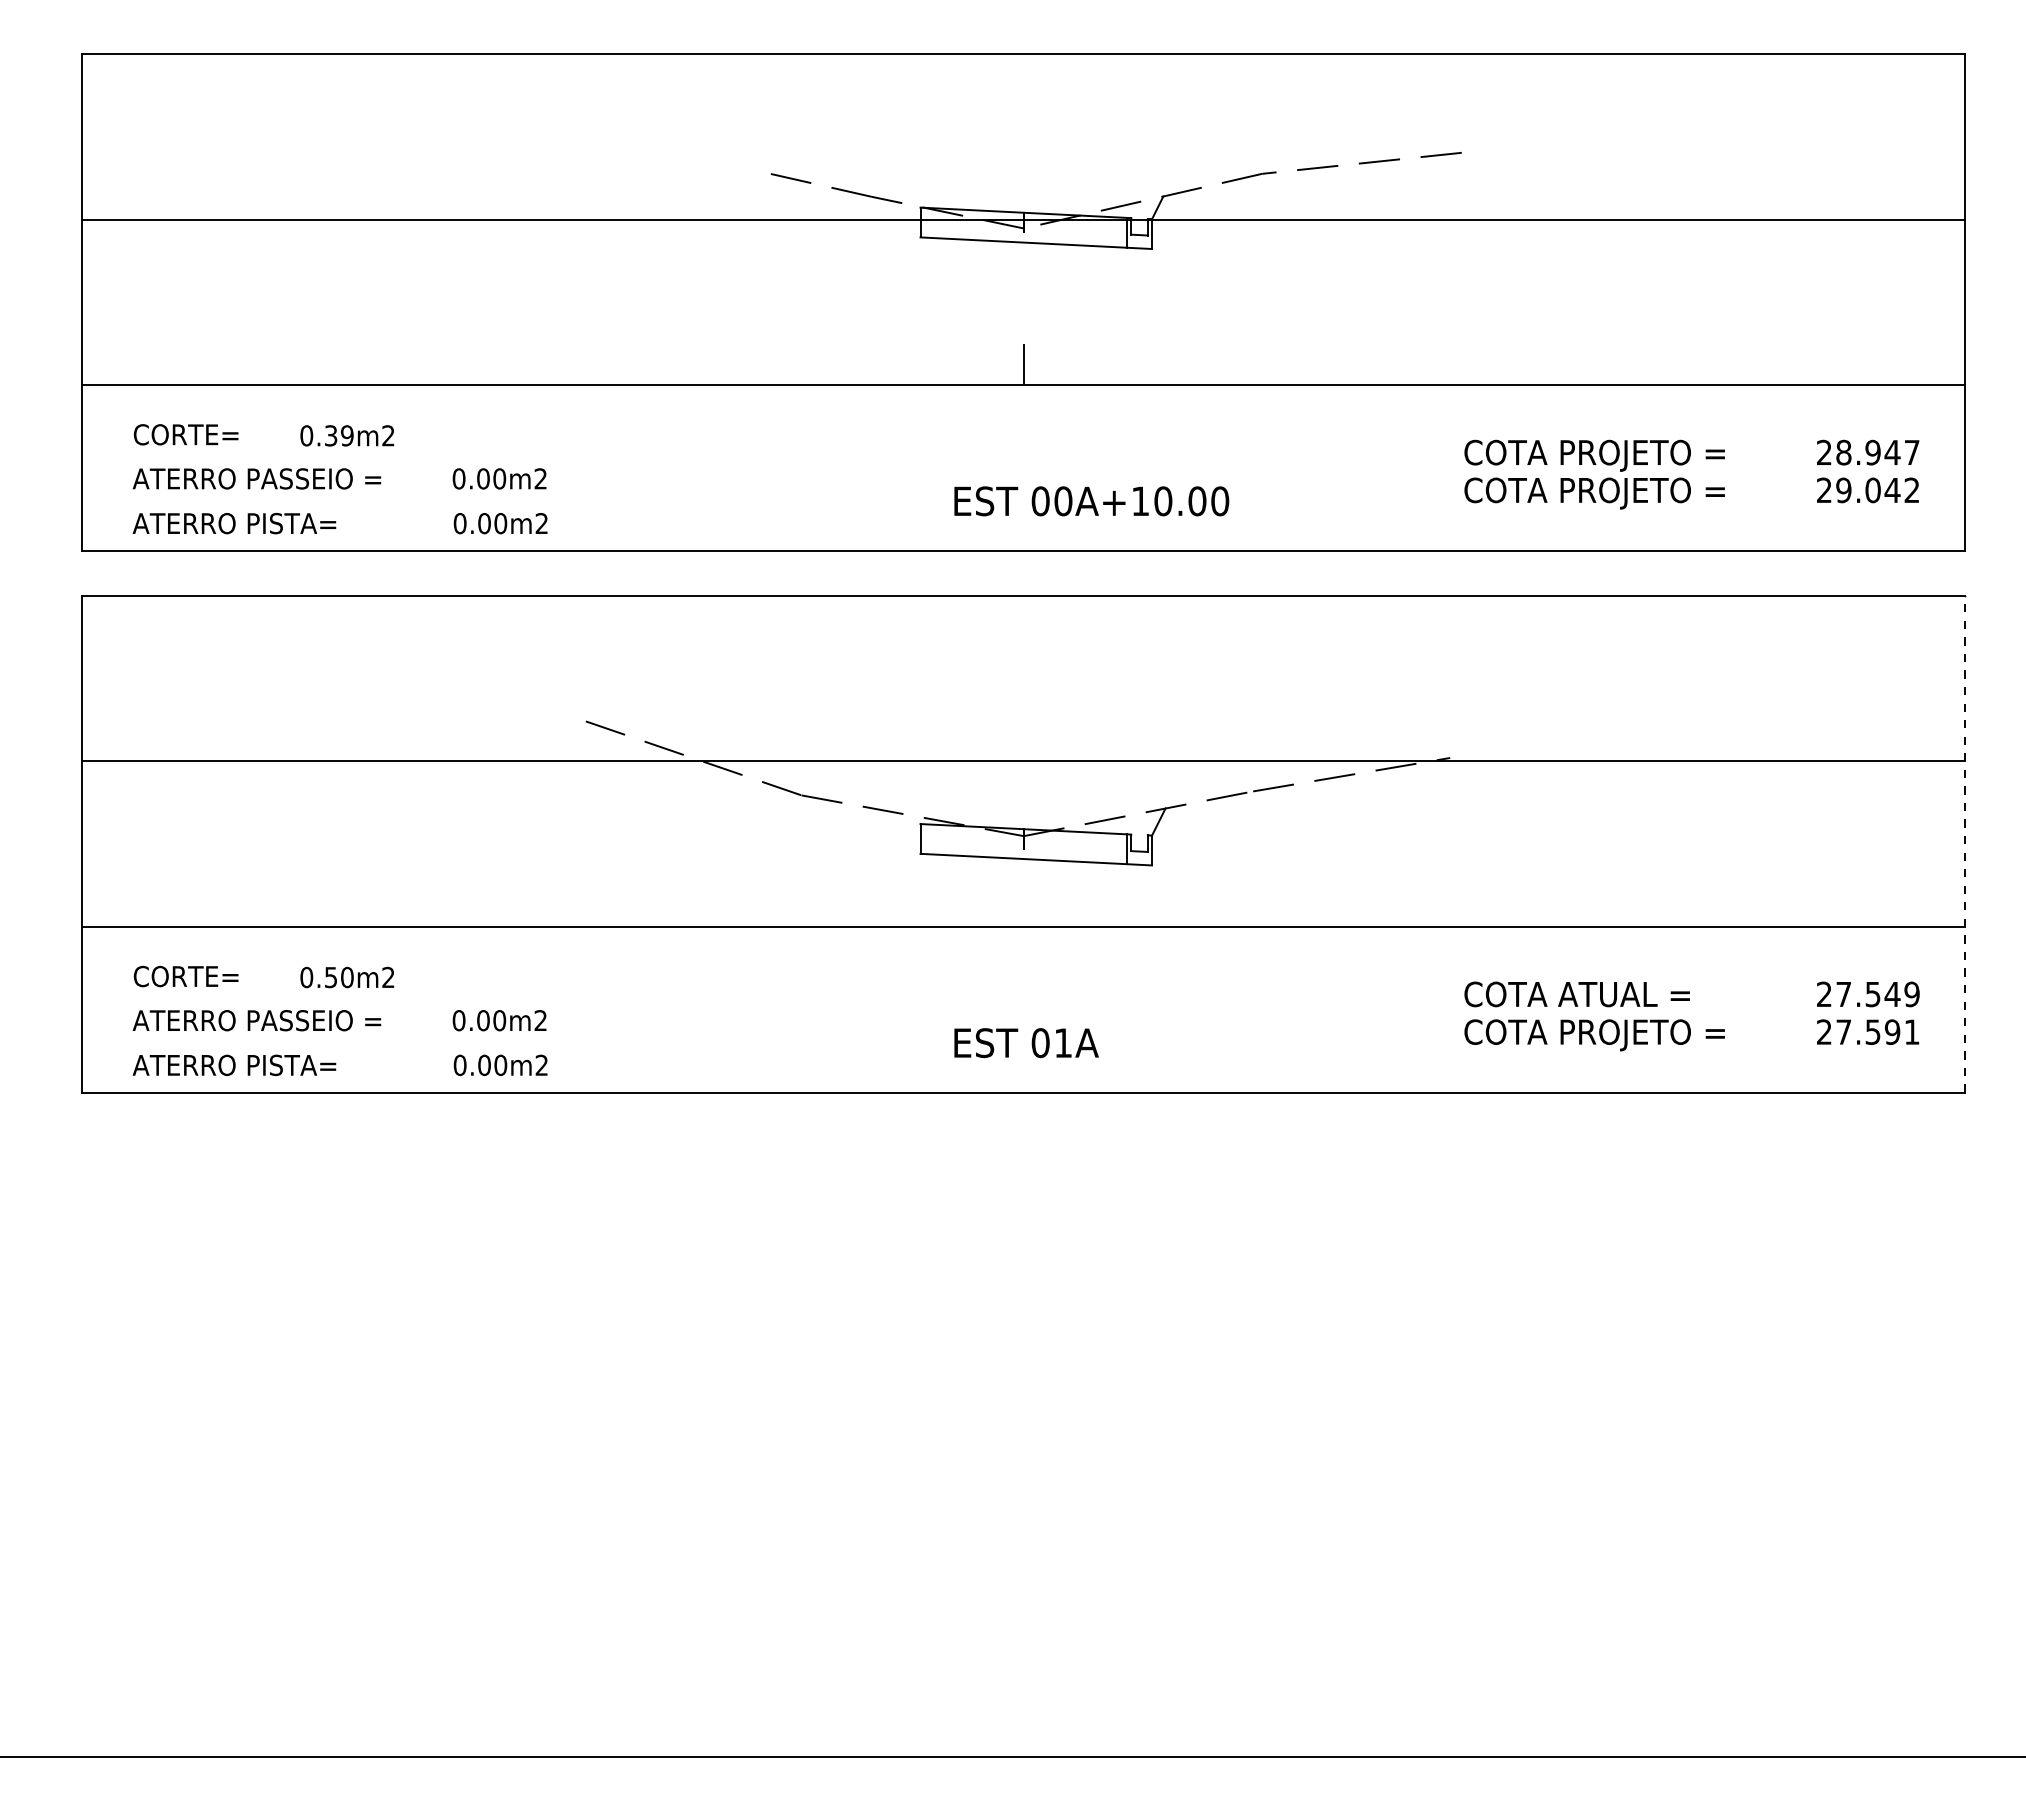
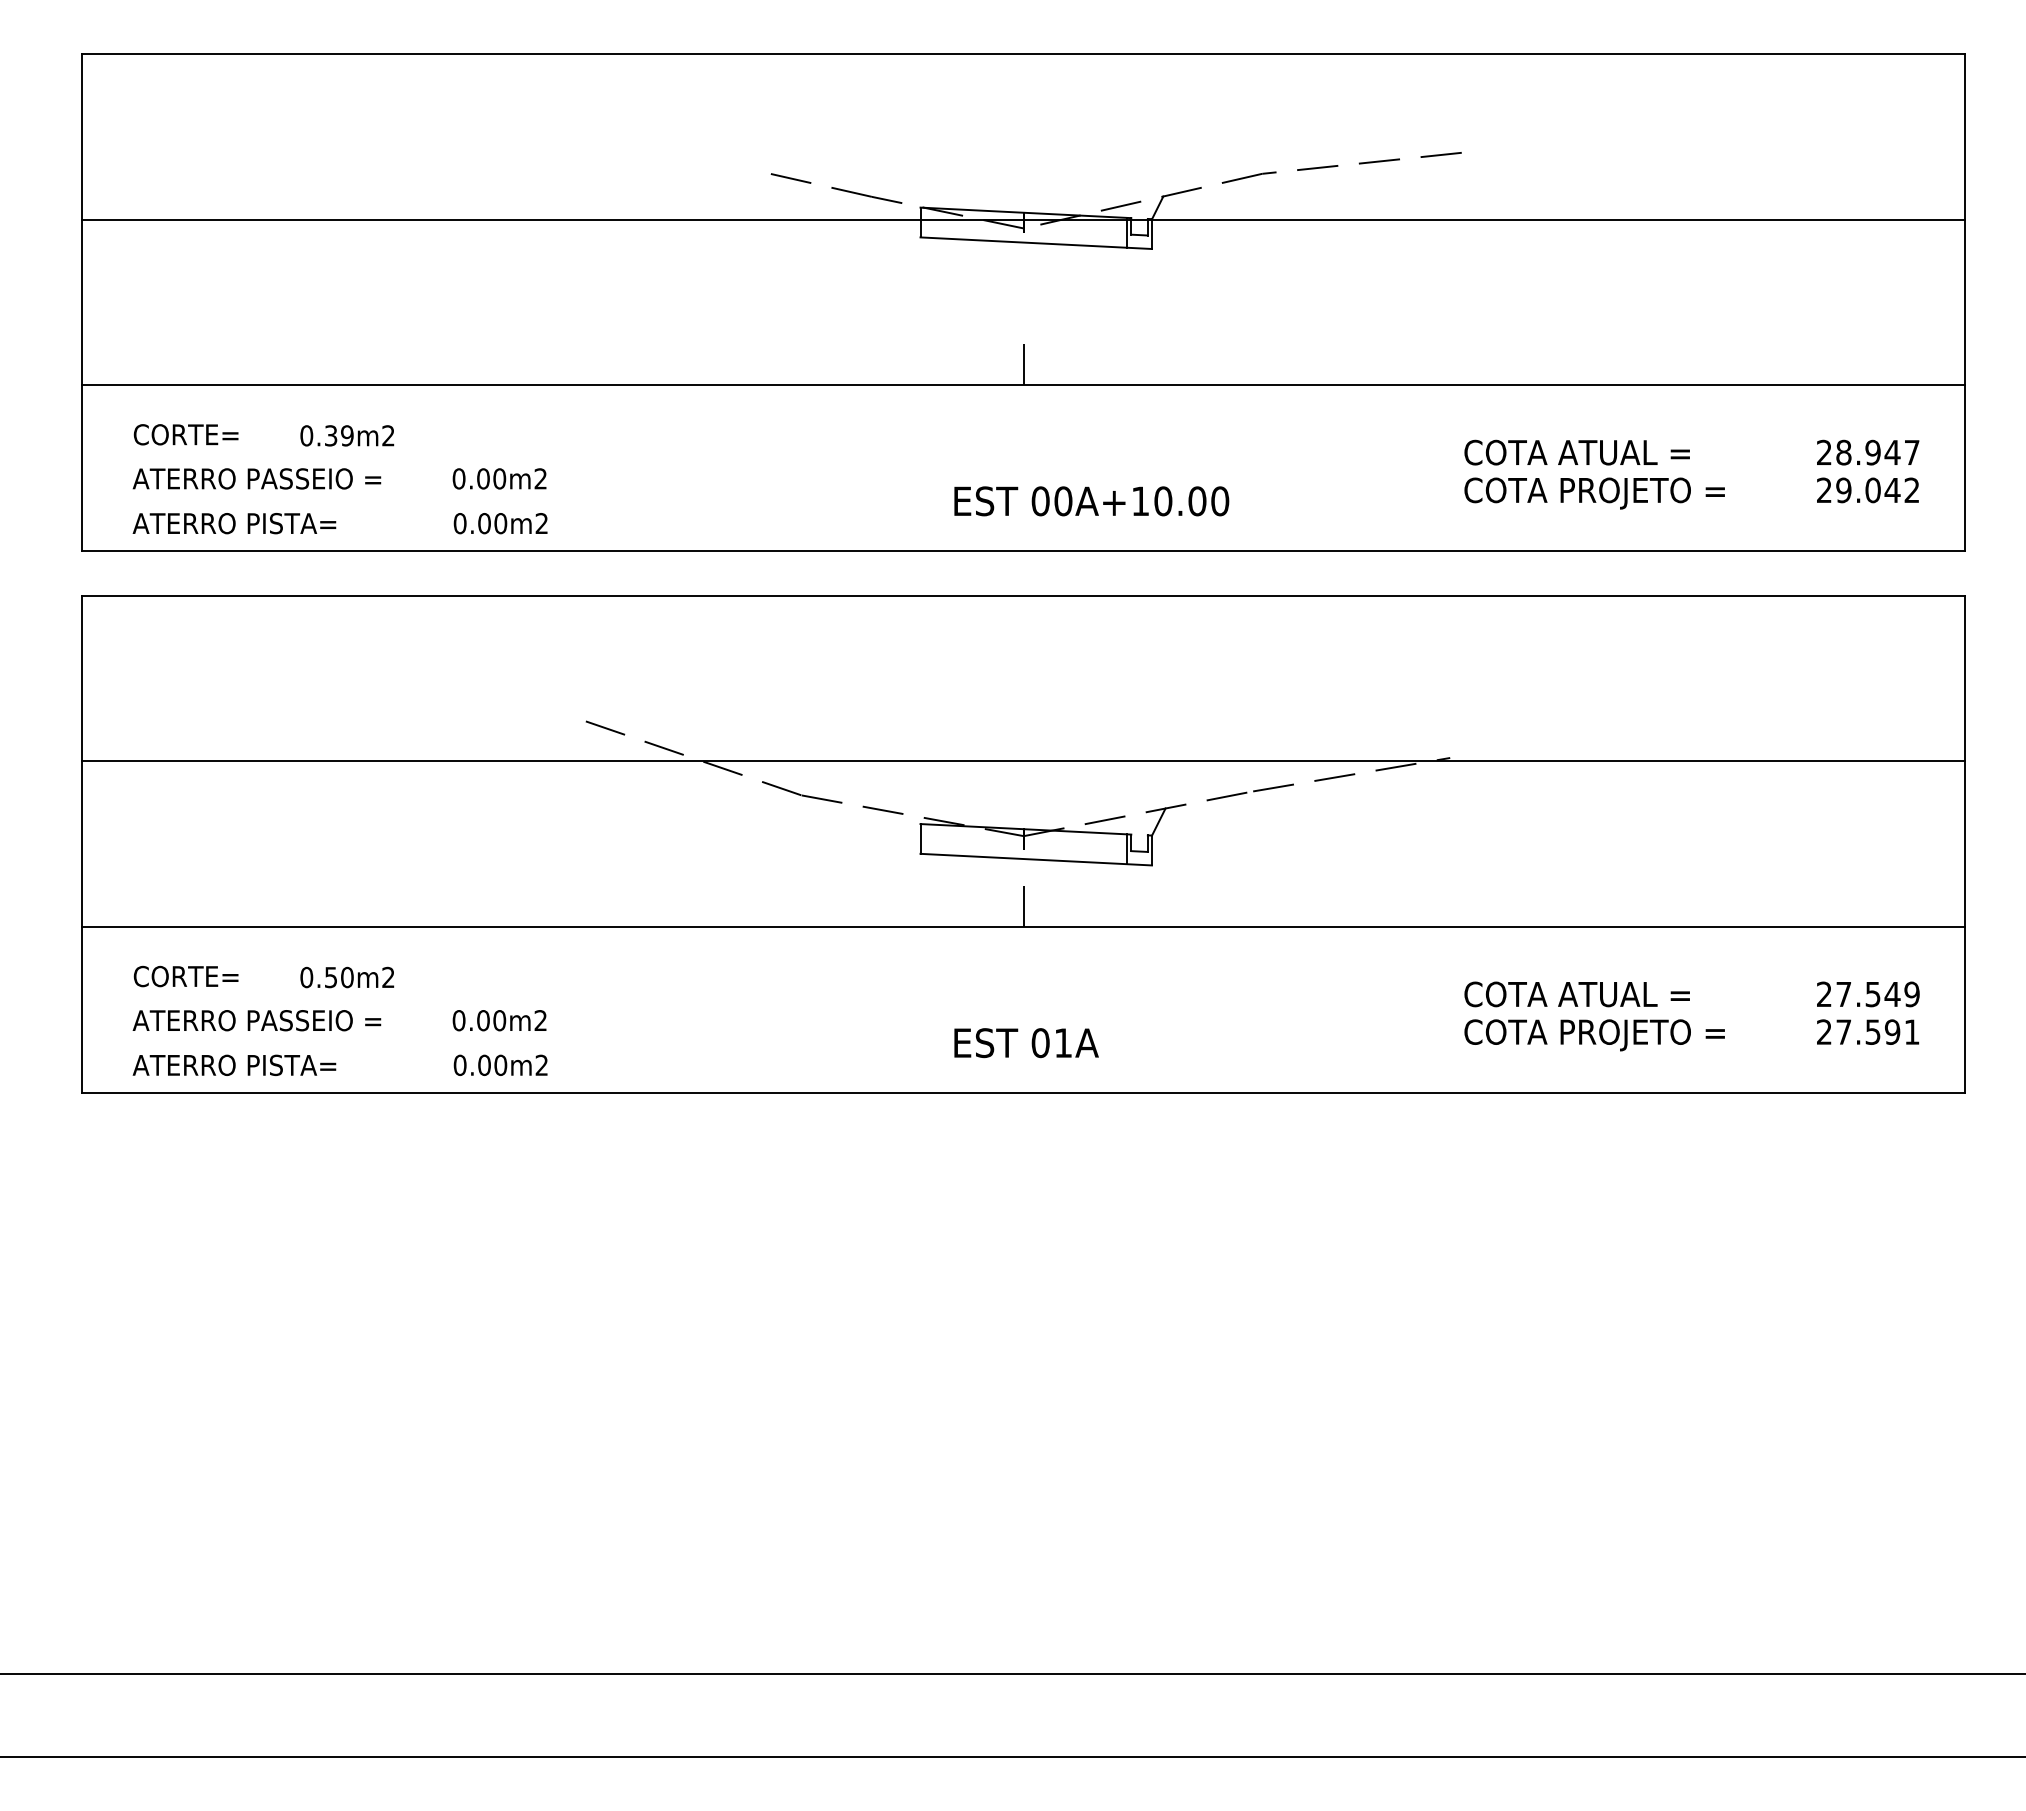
text at (1641, 455): COTA PROJETO = -> COTA ATUAL =
line at (1965, 843): dashed -> solid
line at (1023, 905): none -> present
line at (1012, 1674): none -> present
